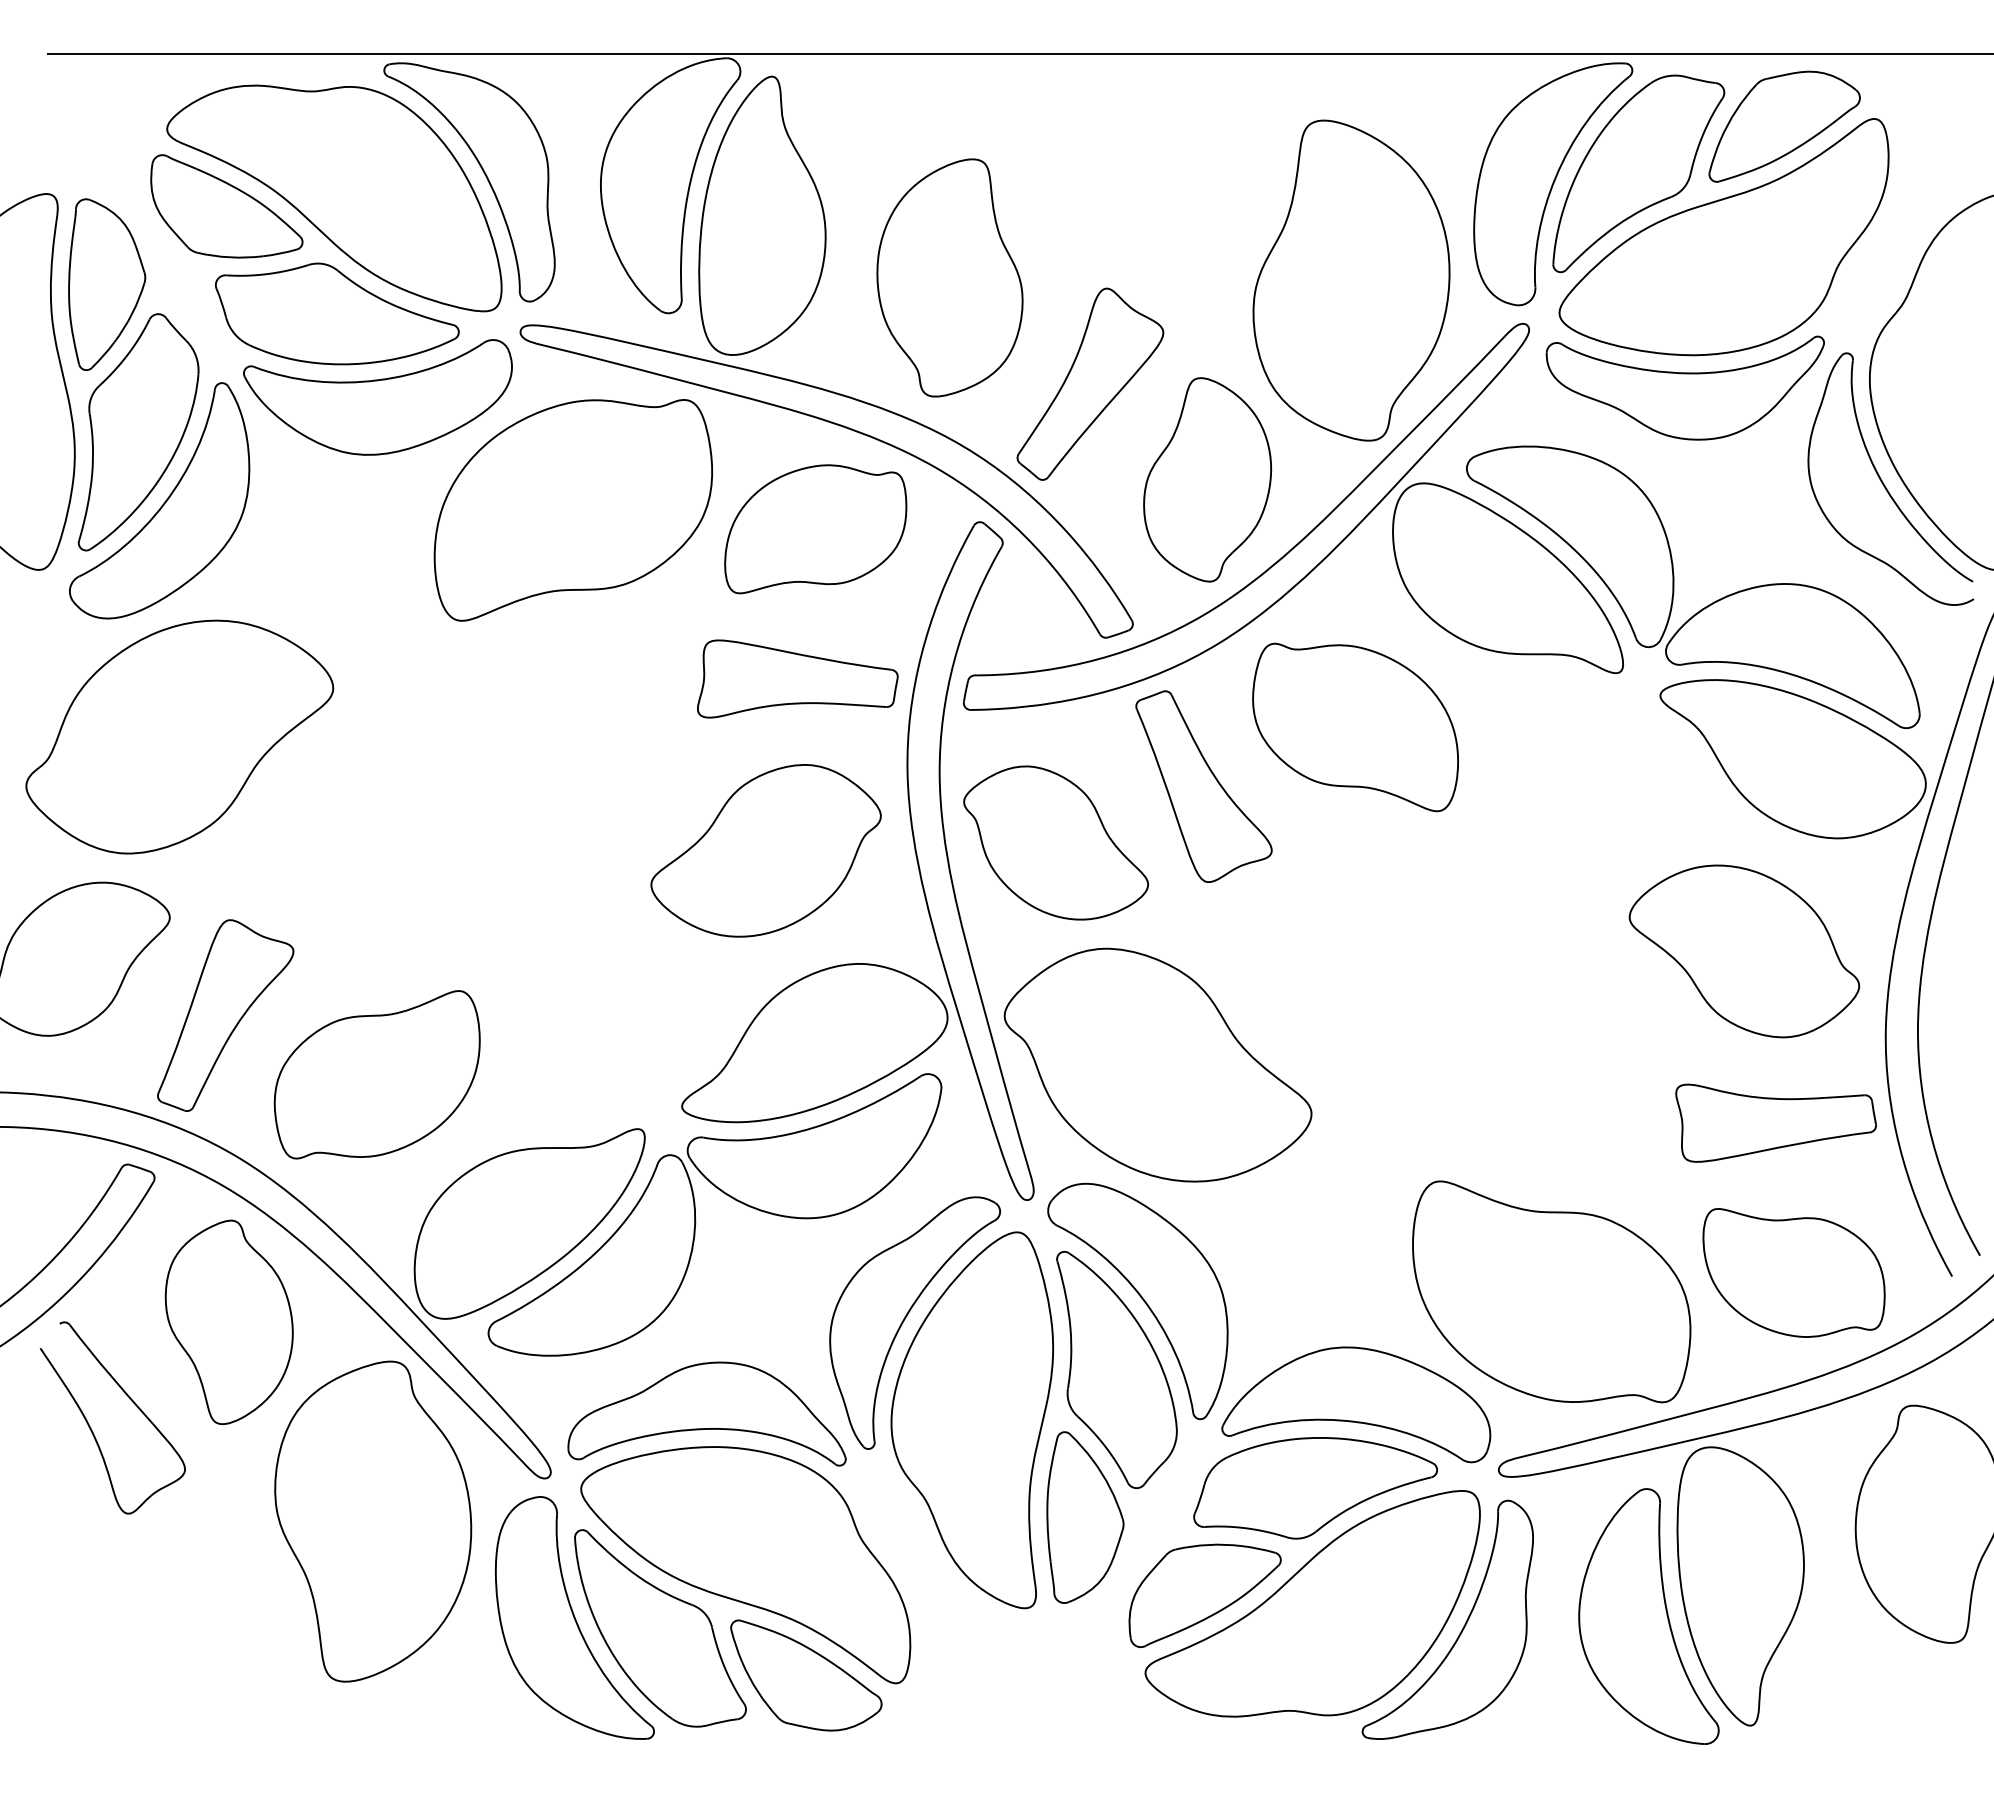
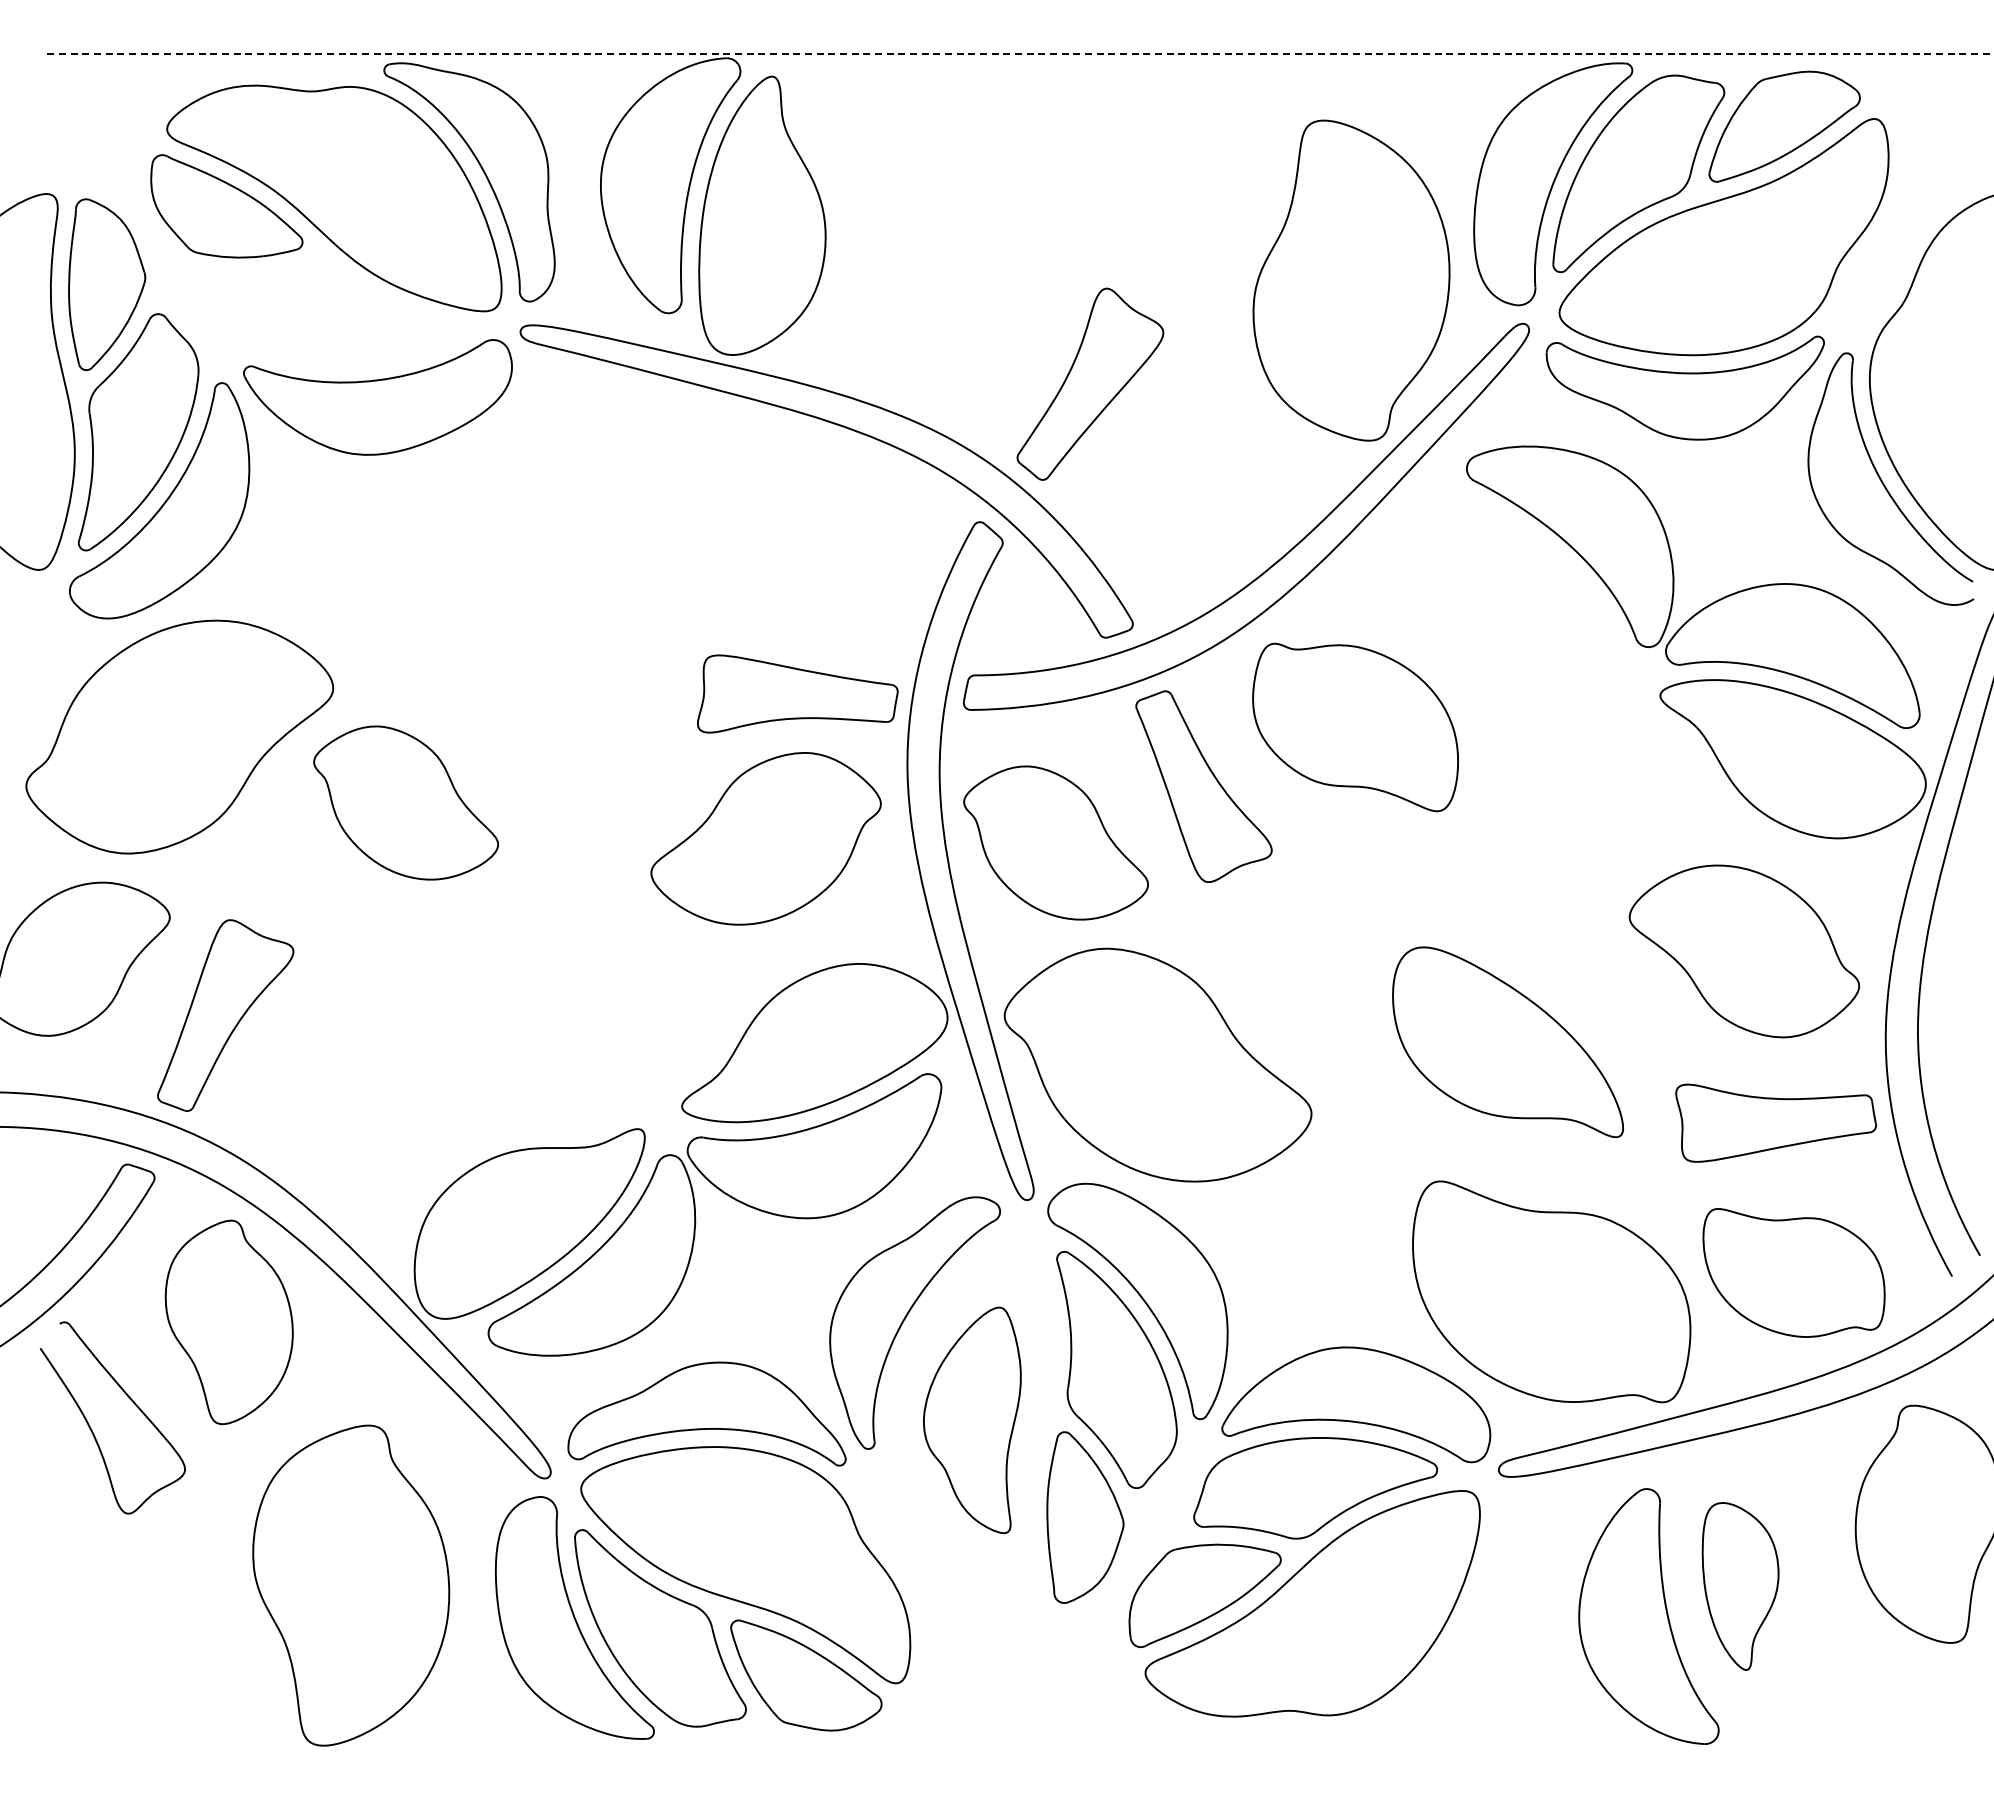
line at (1021, 53): solid -> dashed
part at (949, 277): present -> none
part at (336, 313): present -> none
part at (1207, 479): present -> none
part at (573, 510): present -> none
part at (815, 529): present -> none
part at (1508, 577) position: (1508, 577) -> (1508, 1041)
part at (797, 678) position: (797, 678) -> (797, 693)
part at (405, 802): none -> present
part at (765, 850) position: (765, 850) -> (765, 838)
part at (376, 1074): present -> none
part at (972, 1420) size: 165x379 px -> 99x229 px
part at (373, 1521) position: (373, 1521) -> (351, 1585)
part at (1740, 1586) size: 129x281 px -> 79x169 px
part at (1461, 1629): present -> none
